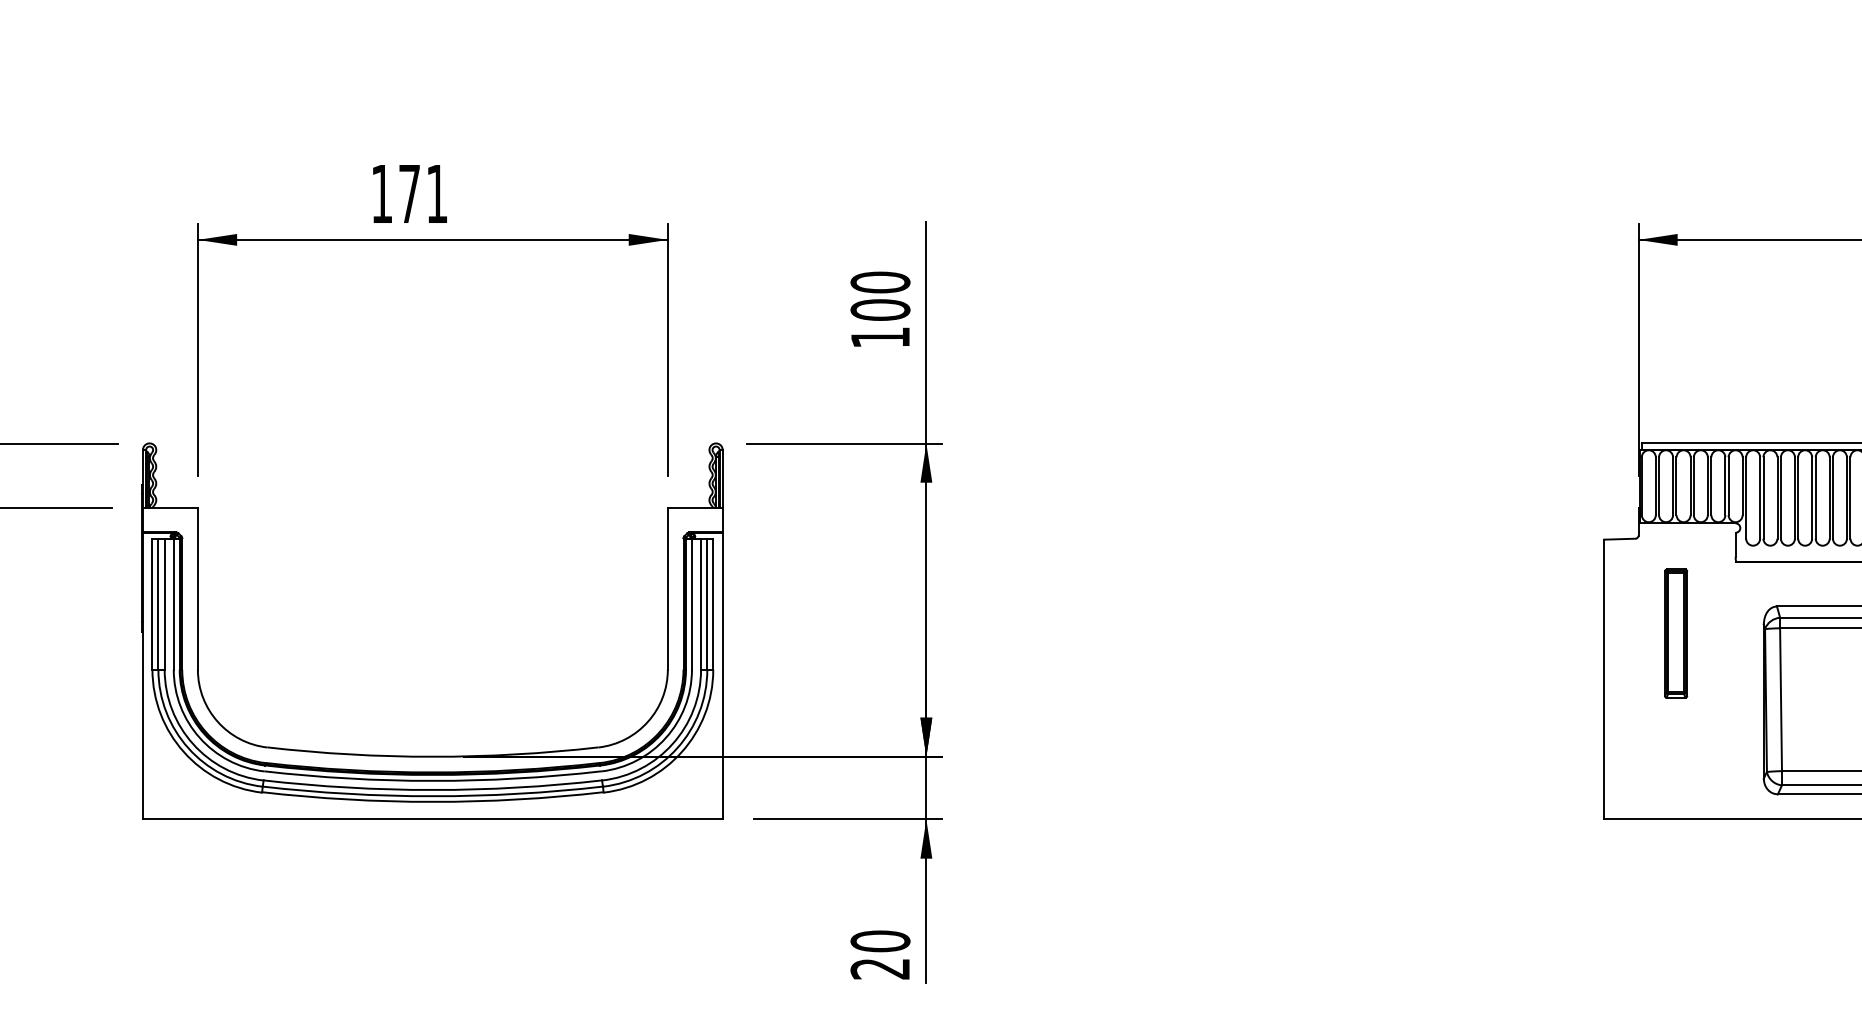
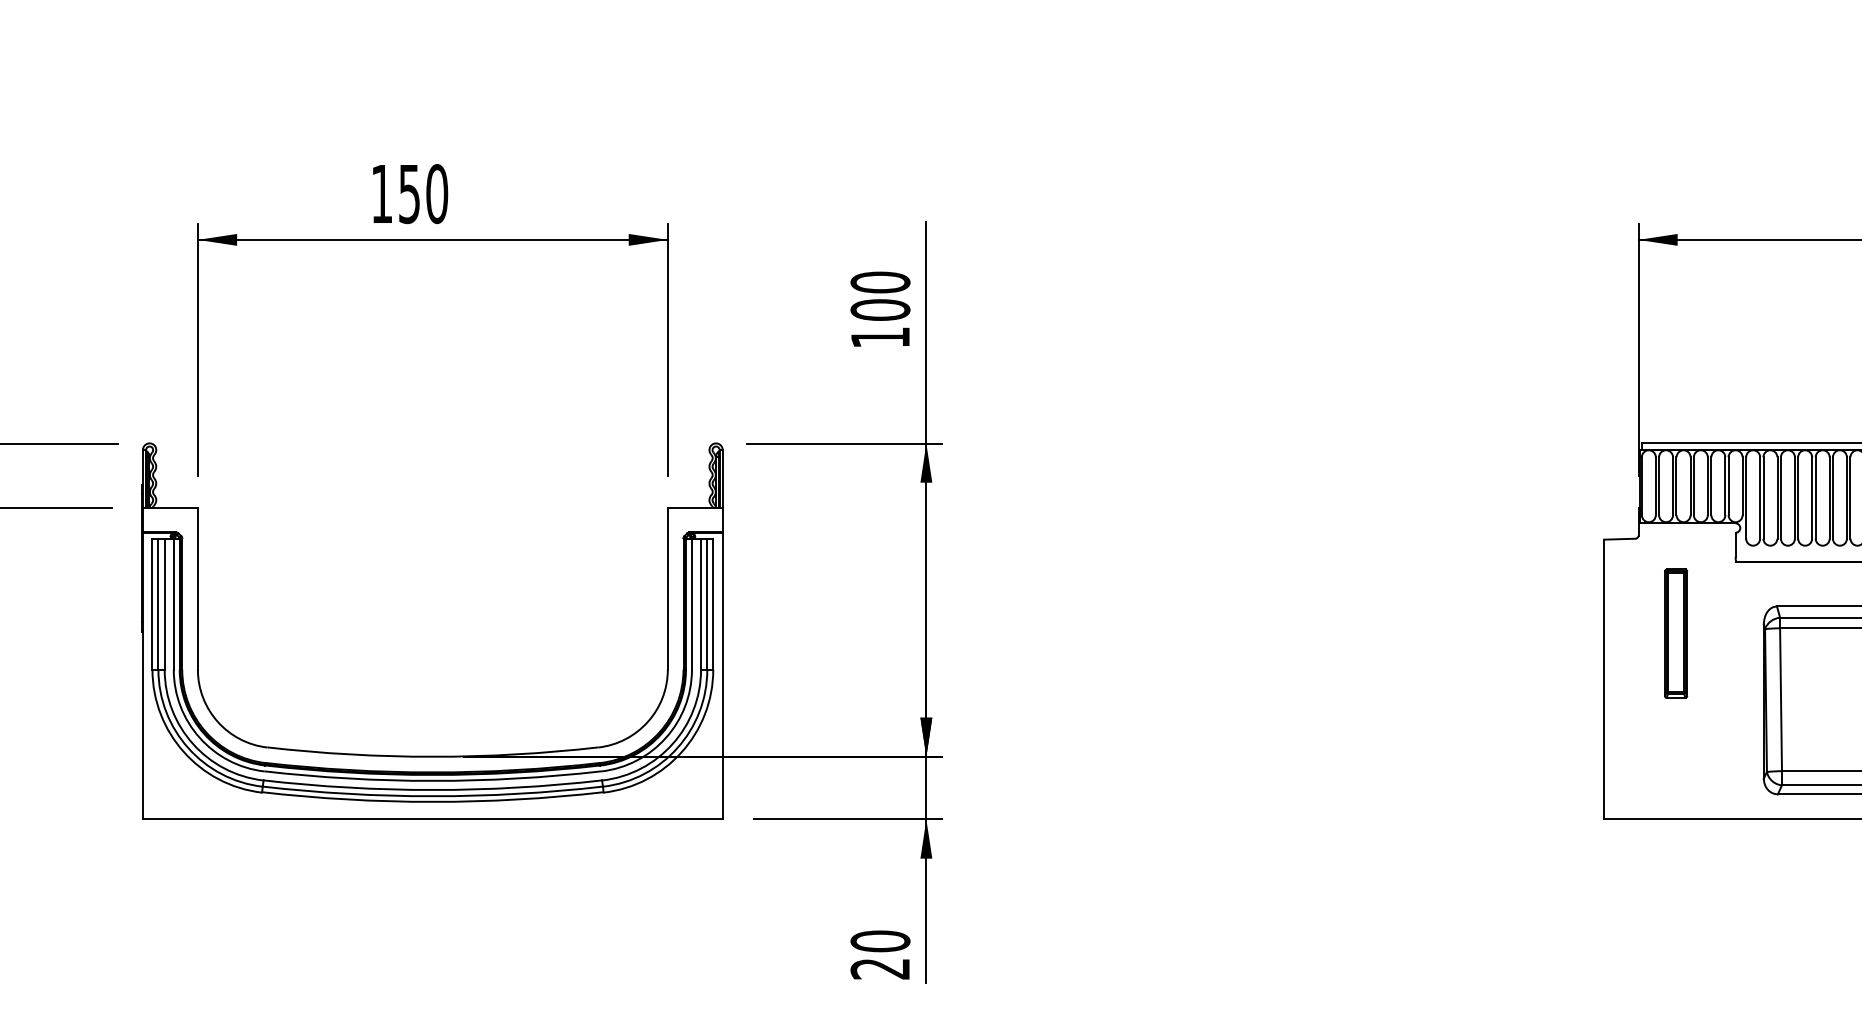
text at (423, 194): 171 -> 150
